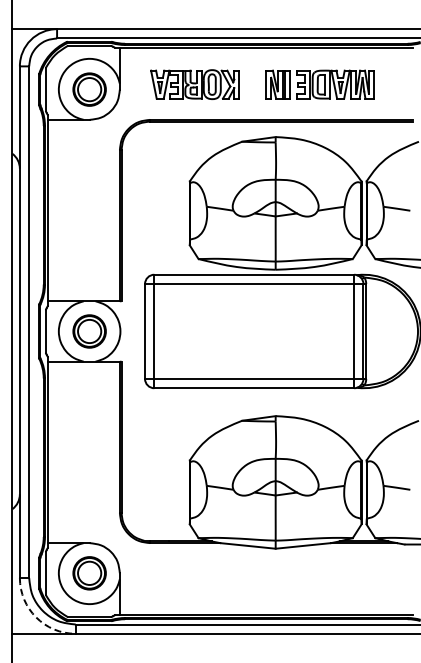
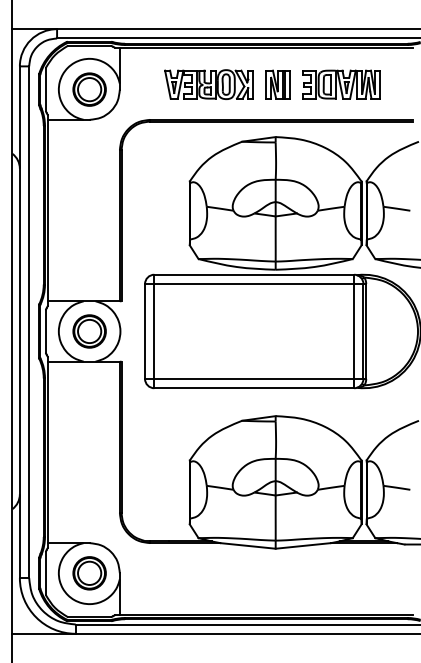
part at (194, 84) position: (194, 84) -> (208, 84)
part at (335, 84) position: (335, 84) -> (341, 84)
arc at (36, 617): dashed -> solid
